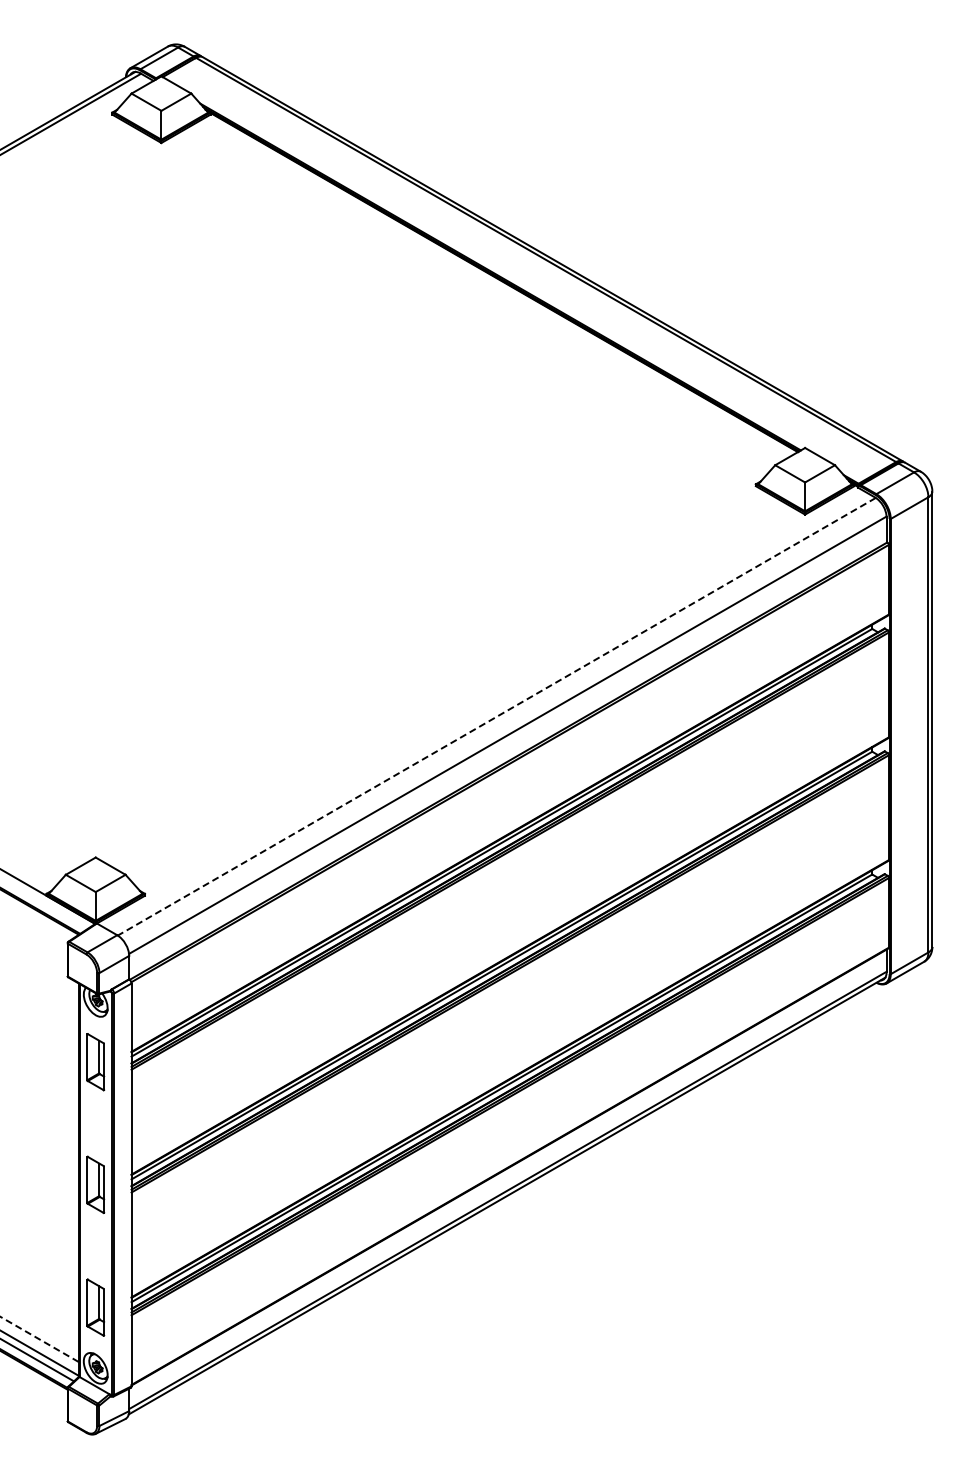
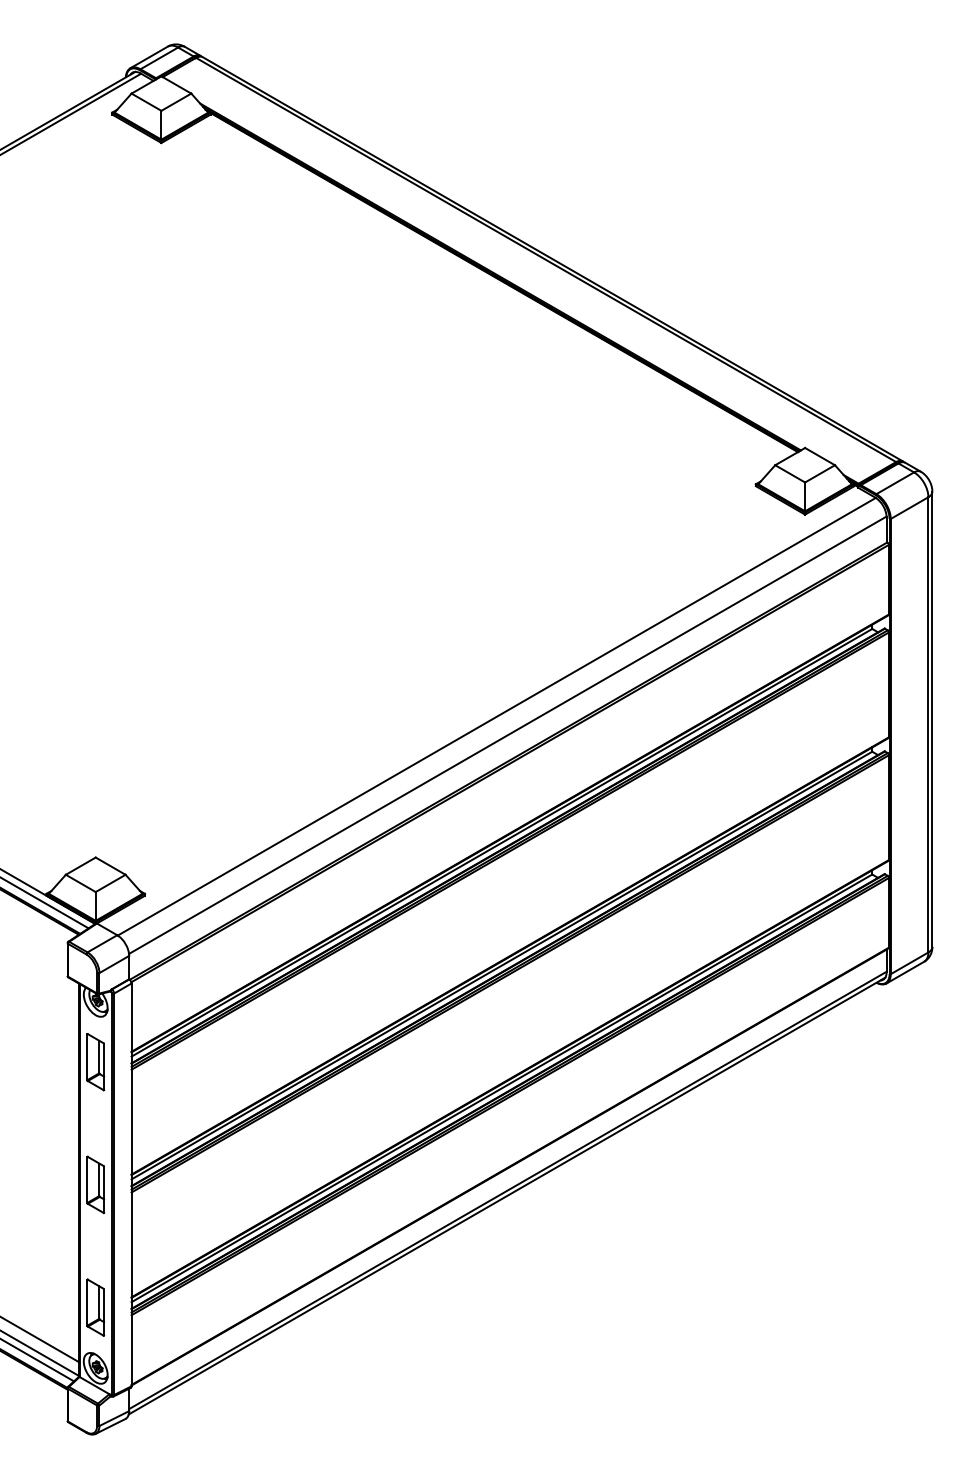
line at (496, 716): dashed -> solid
line at (45, 903): none -> present
line at (40, 1339): dashed -> solid
